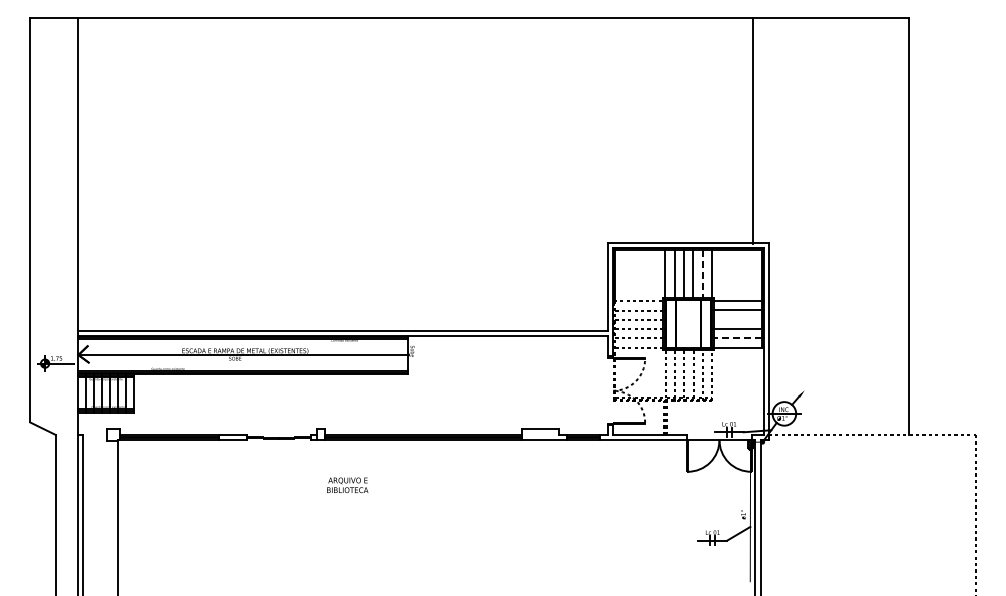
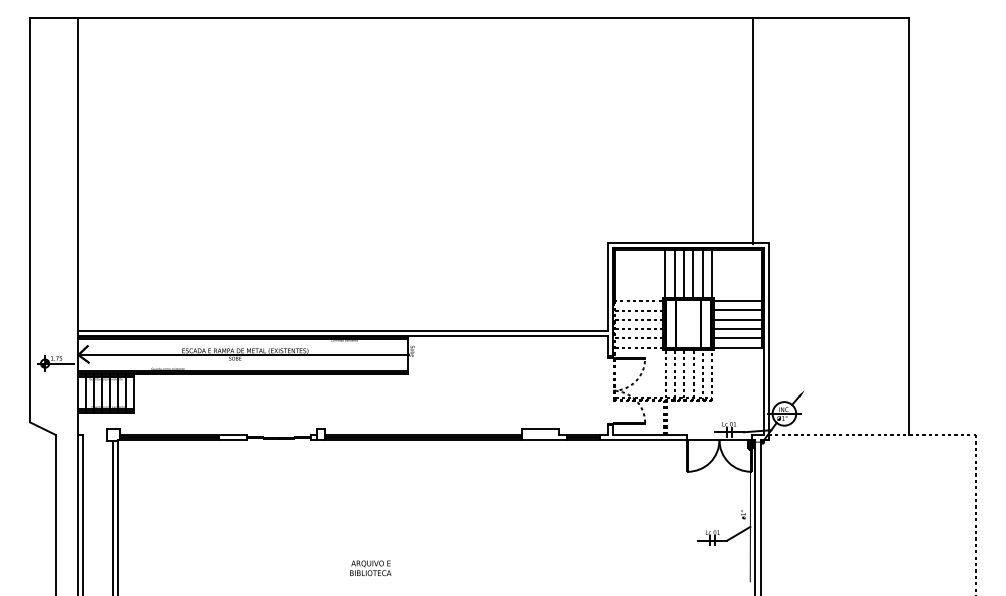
line at (702, 274): dashed -> solid
line at (737, 319): none -> present
line at (737, 338): dashed -> solid
text at (347, 485) position: (347, 485) -> (370, 568)
line at (113, 516): none -> present
